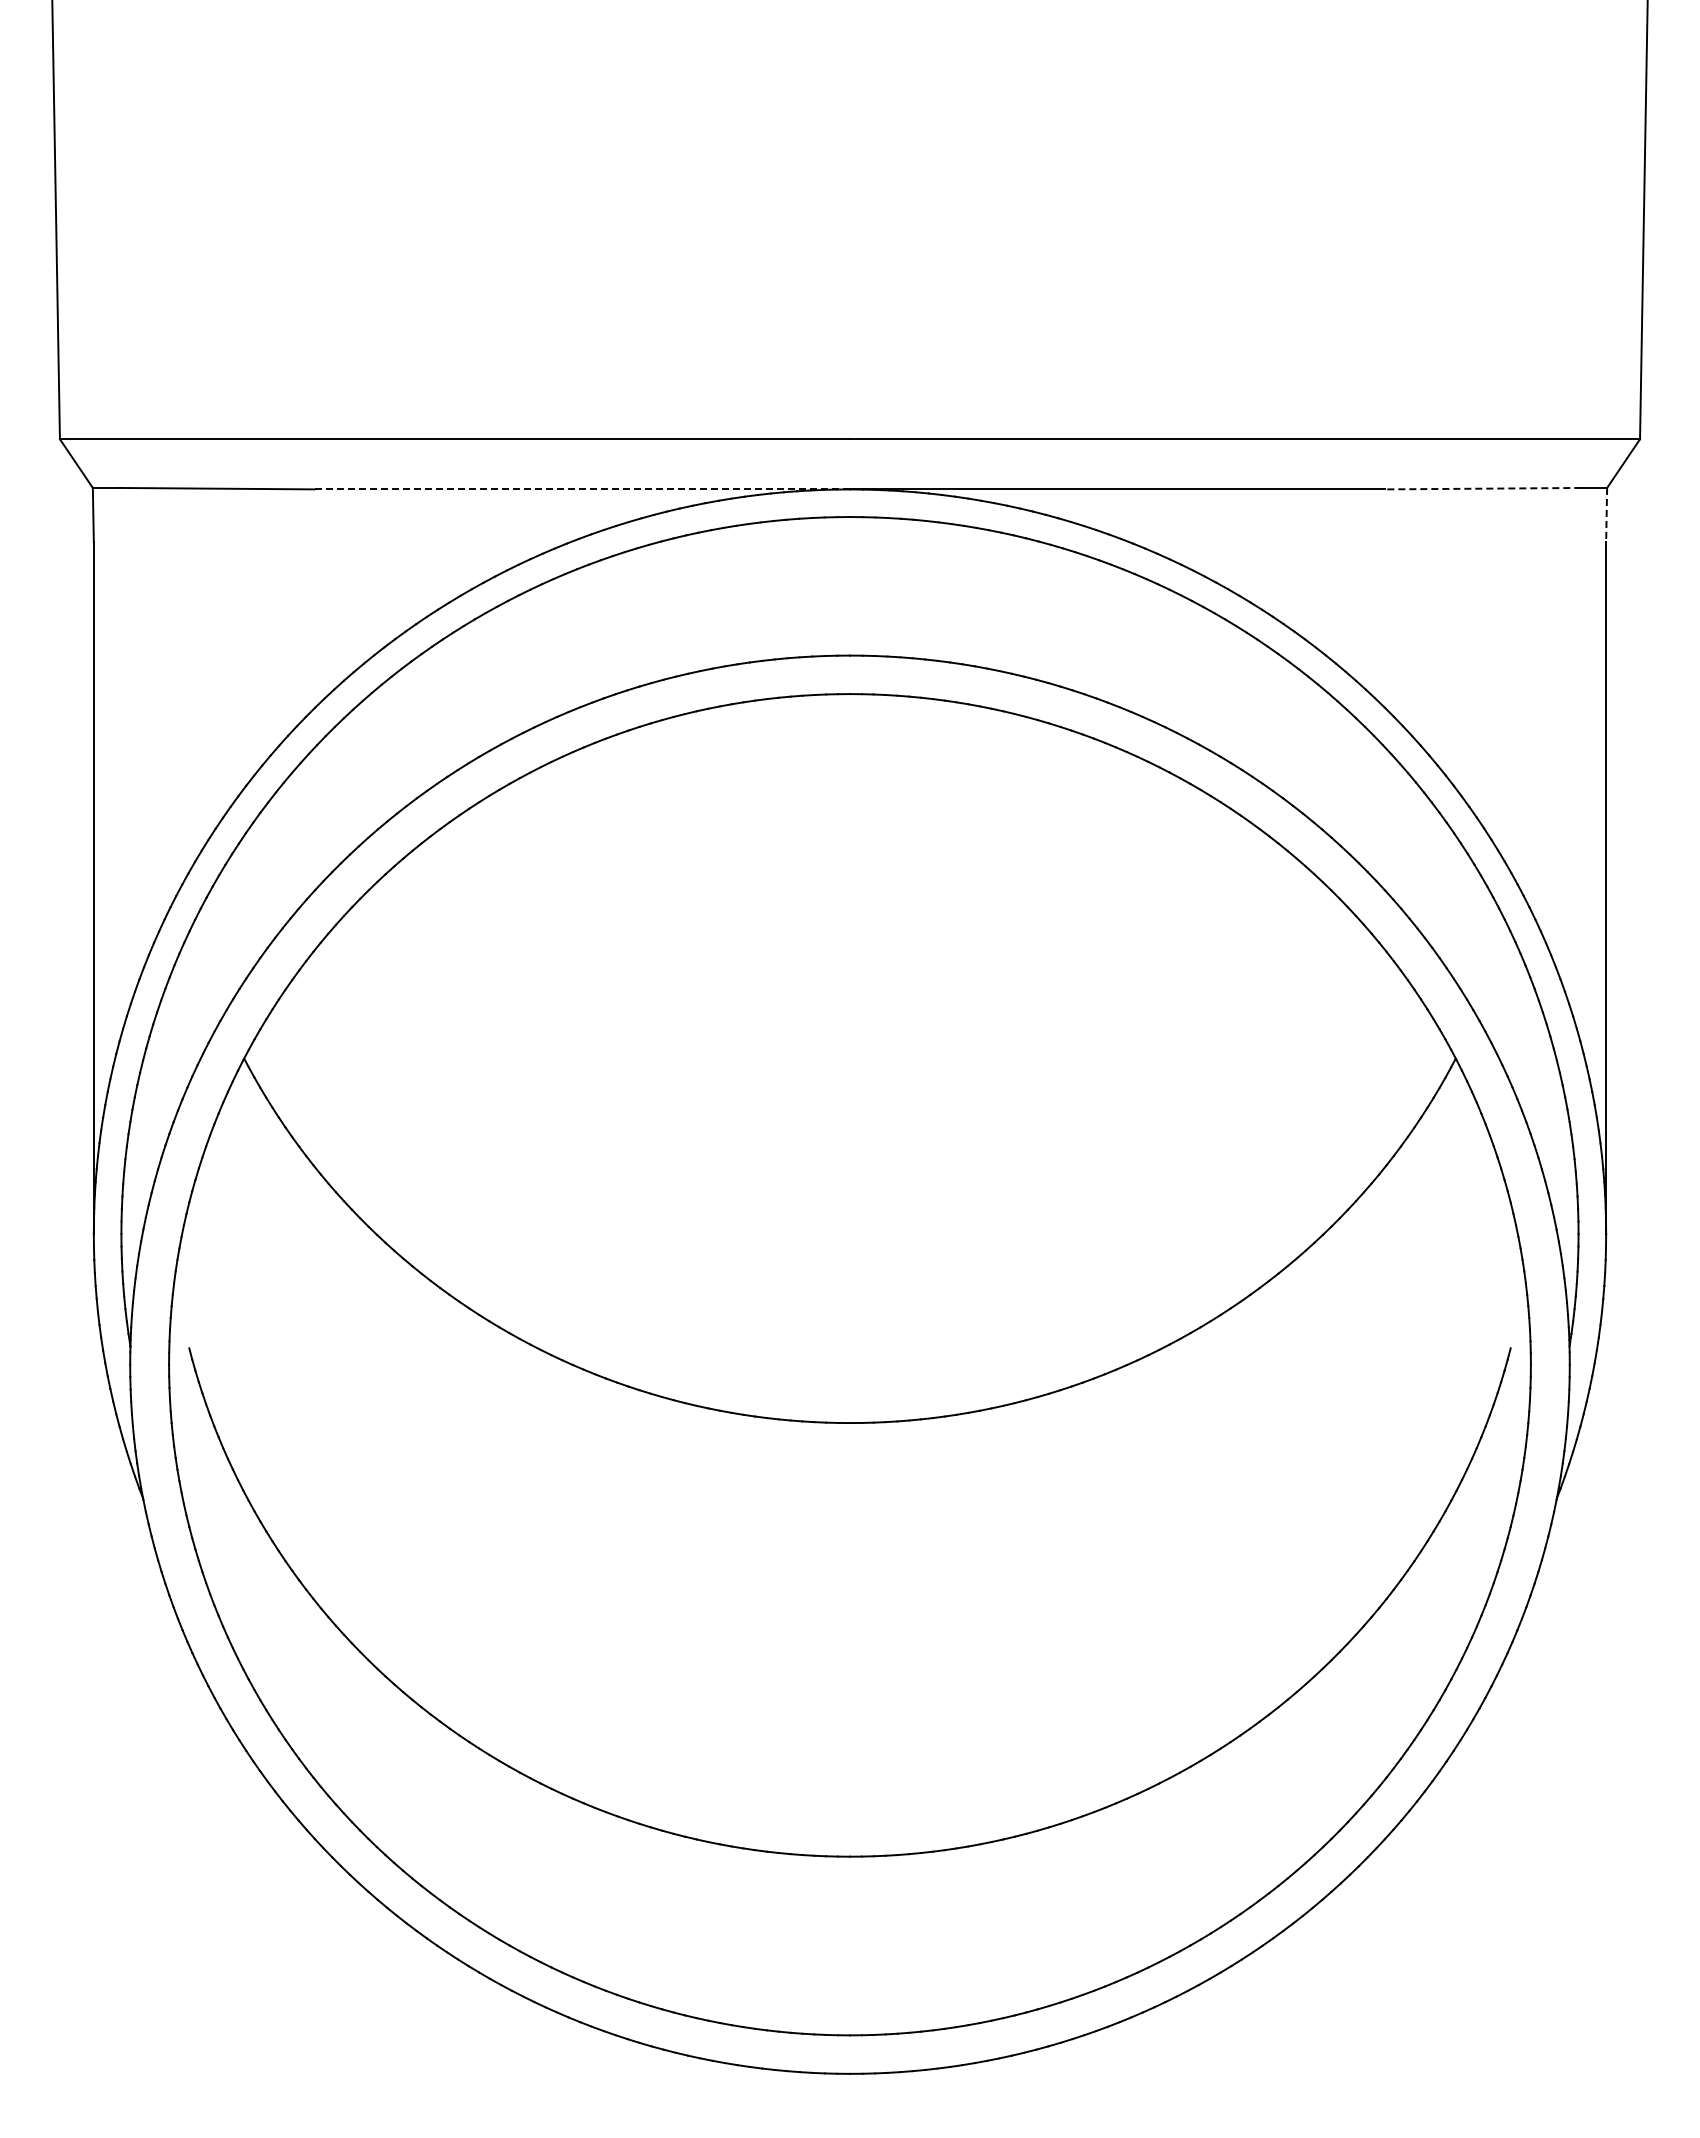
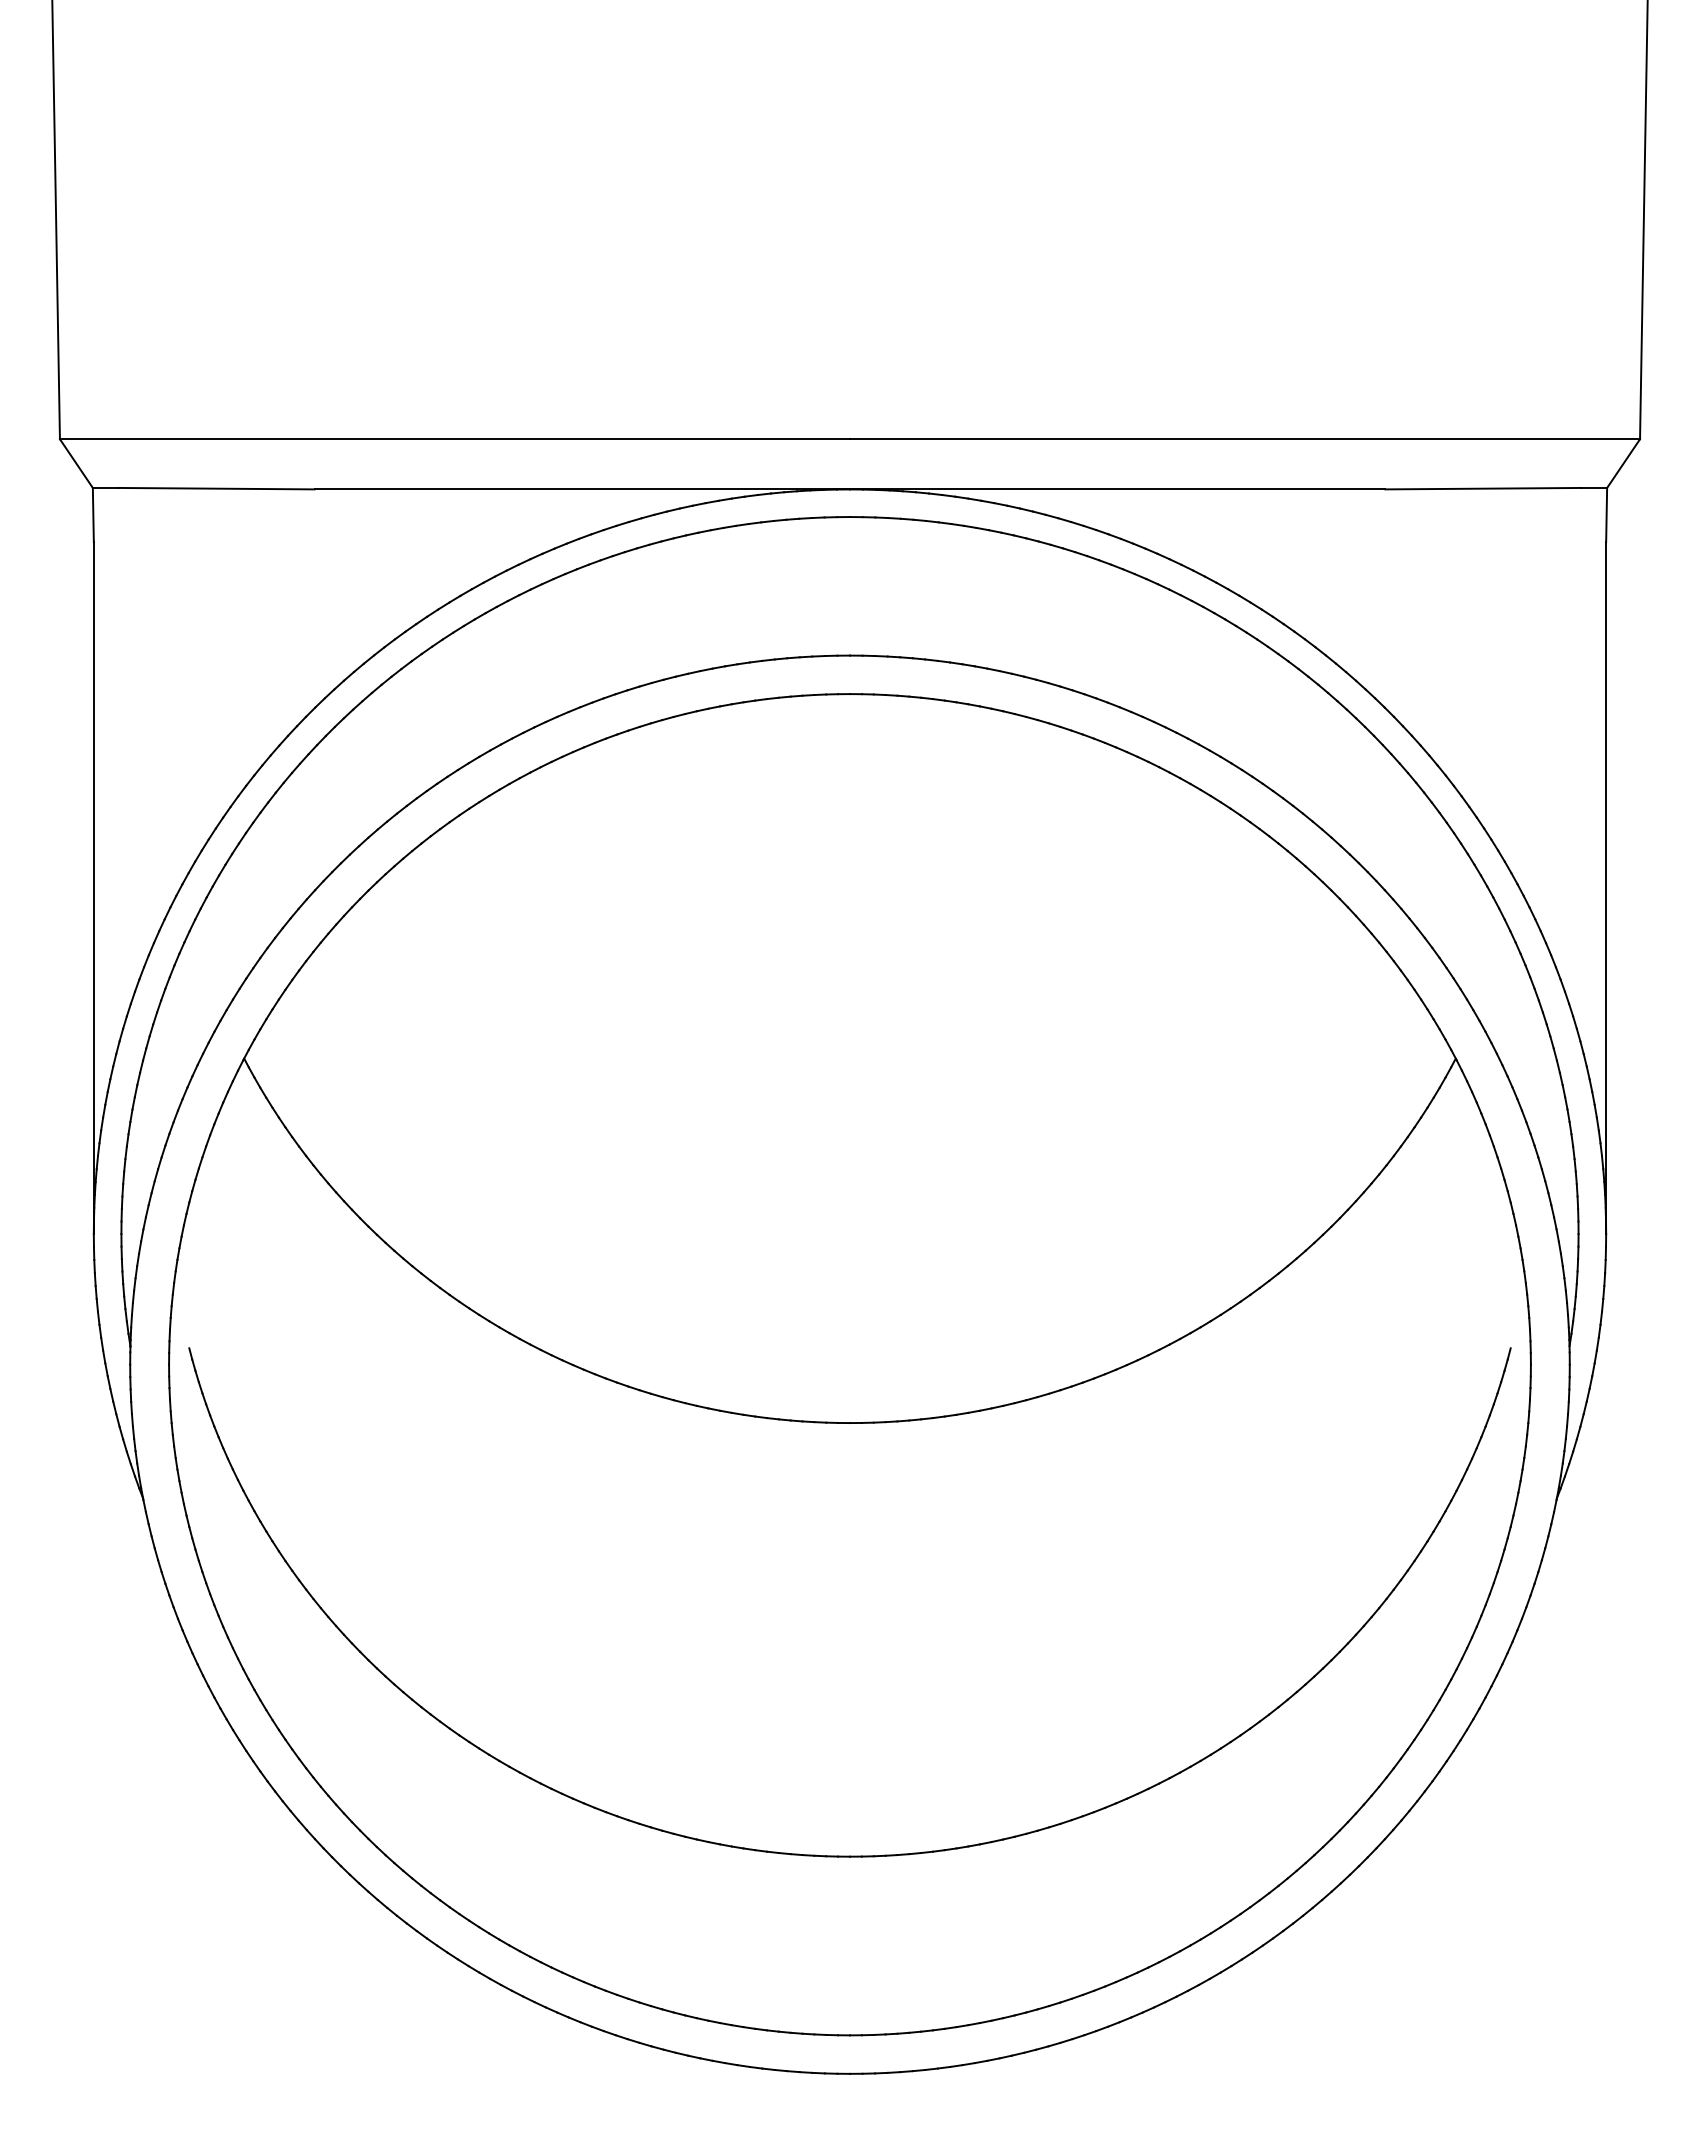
line at (1483, 488): dashed -> solid
line at (582, 489): dashed -> solid
line at (1606, 515): dashed -> solid
